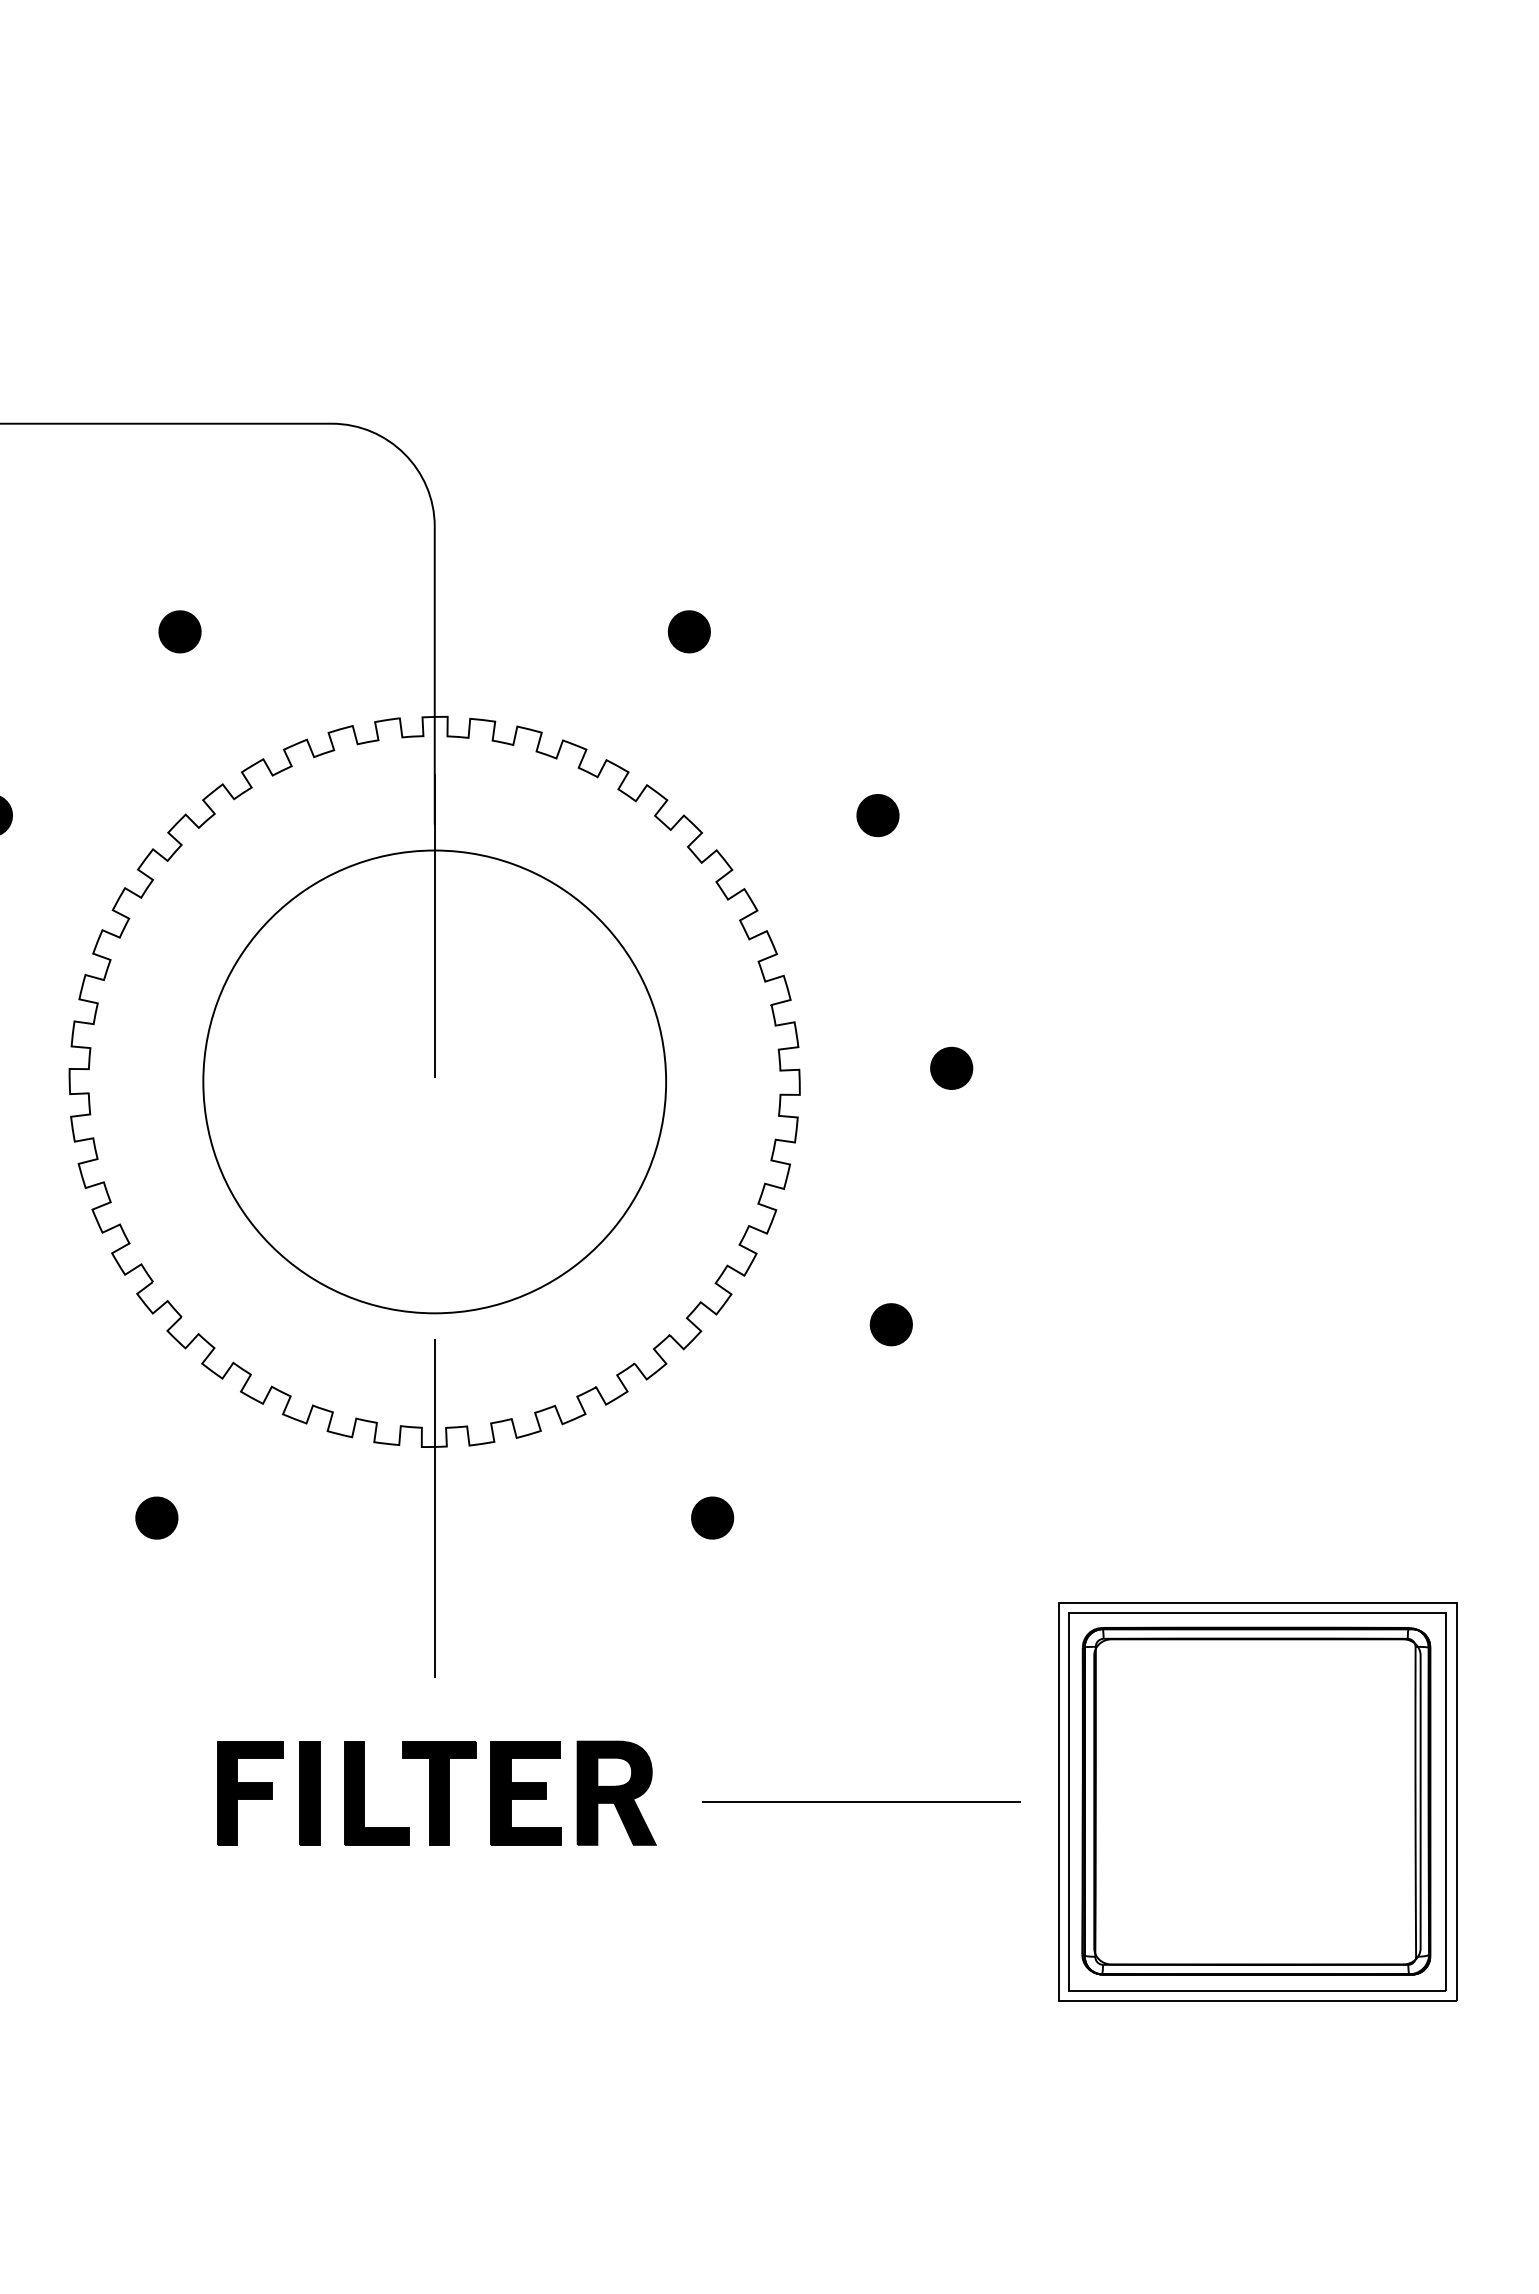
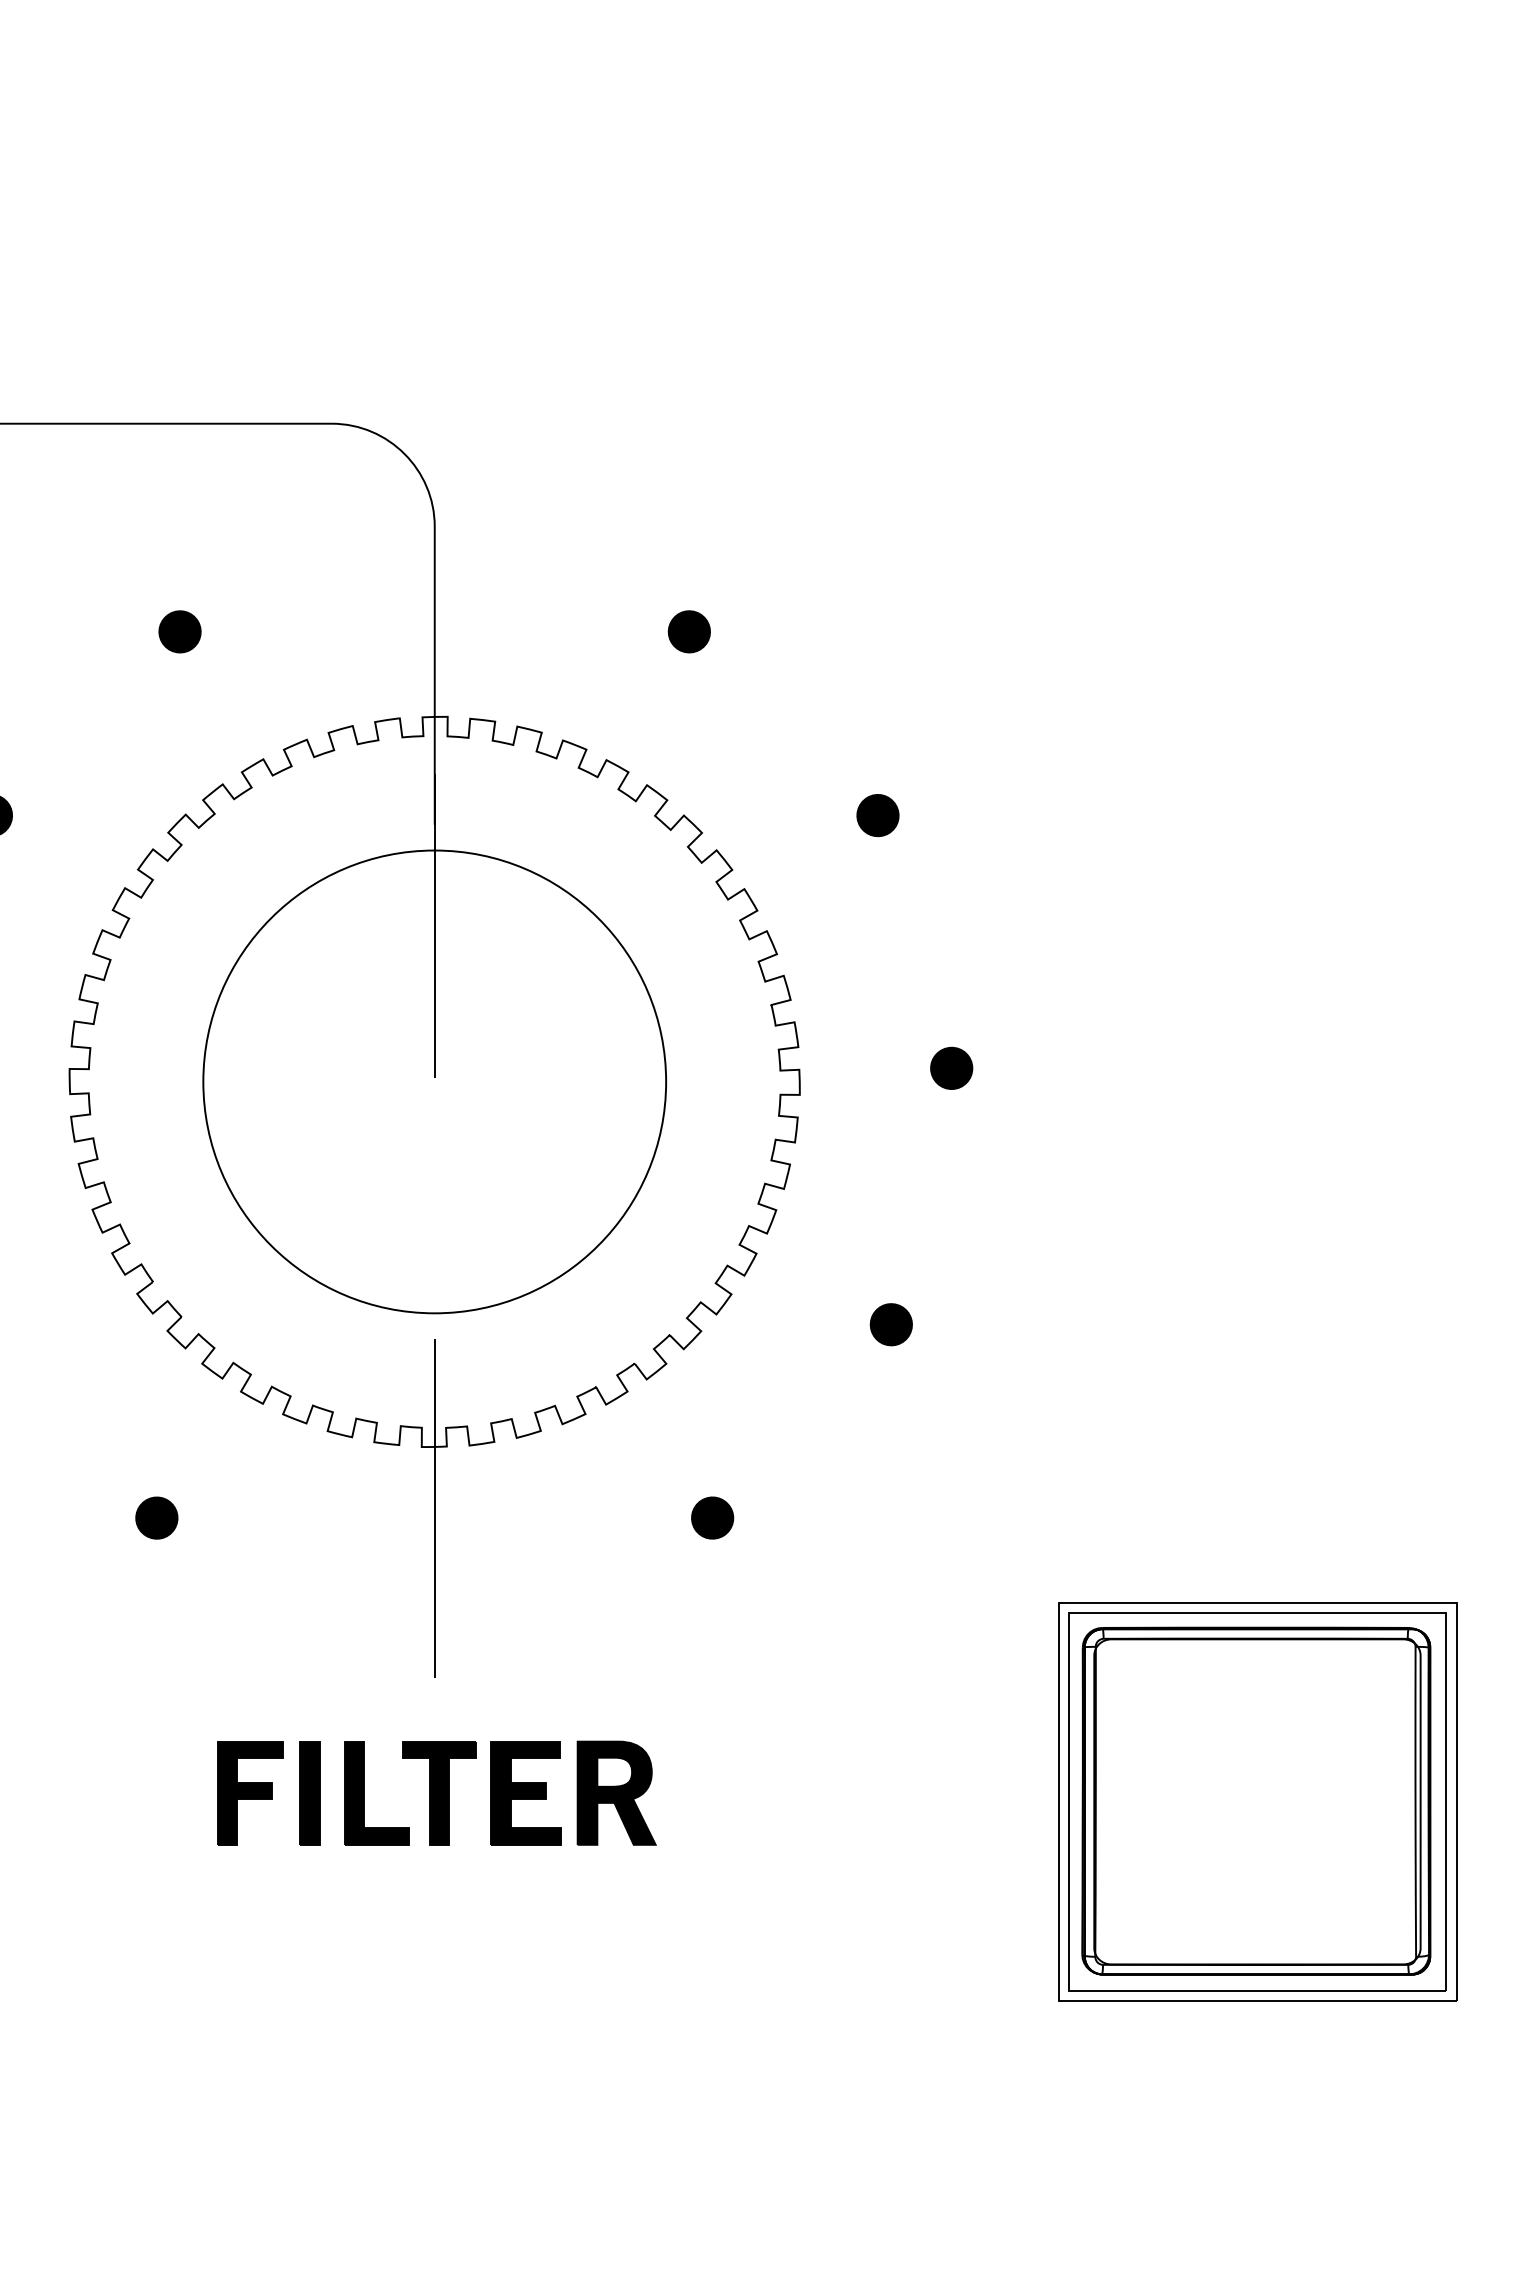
line at (861, 1801): present -> none
